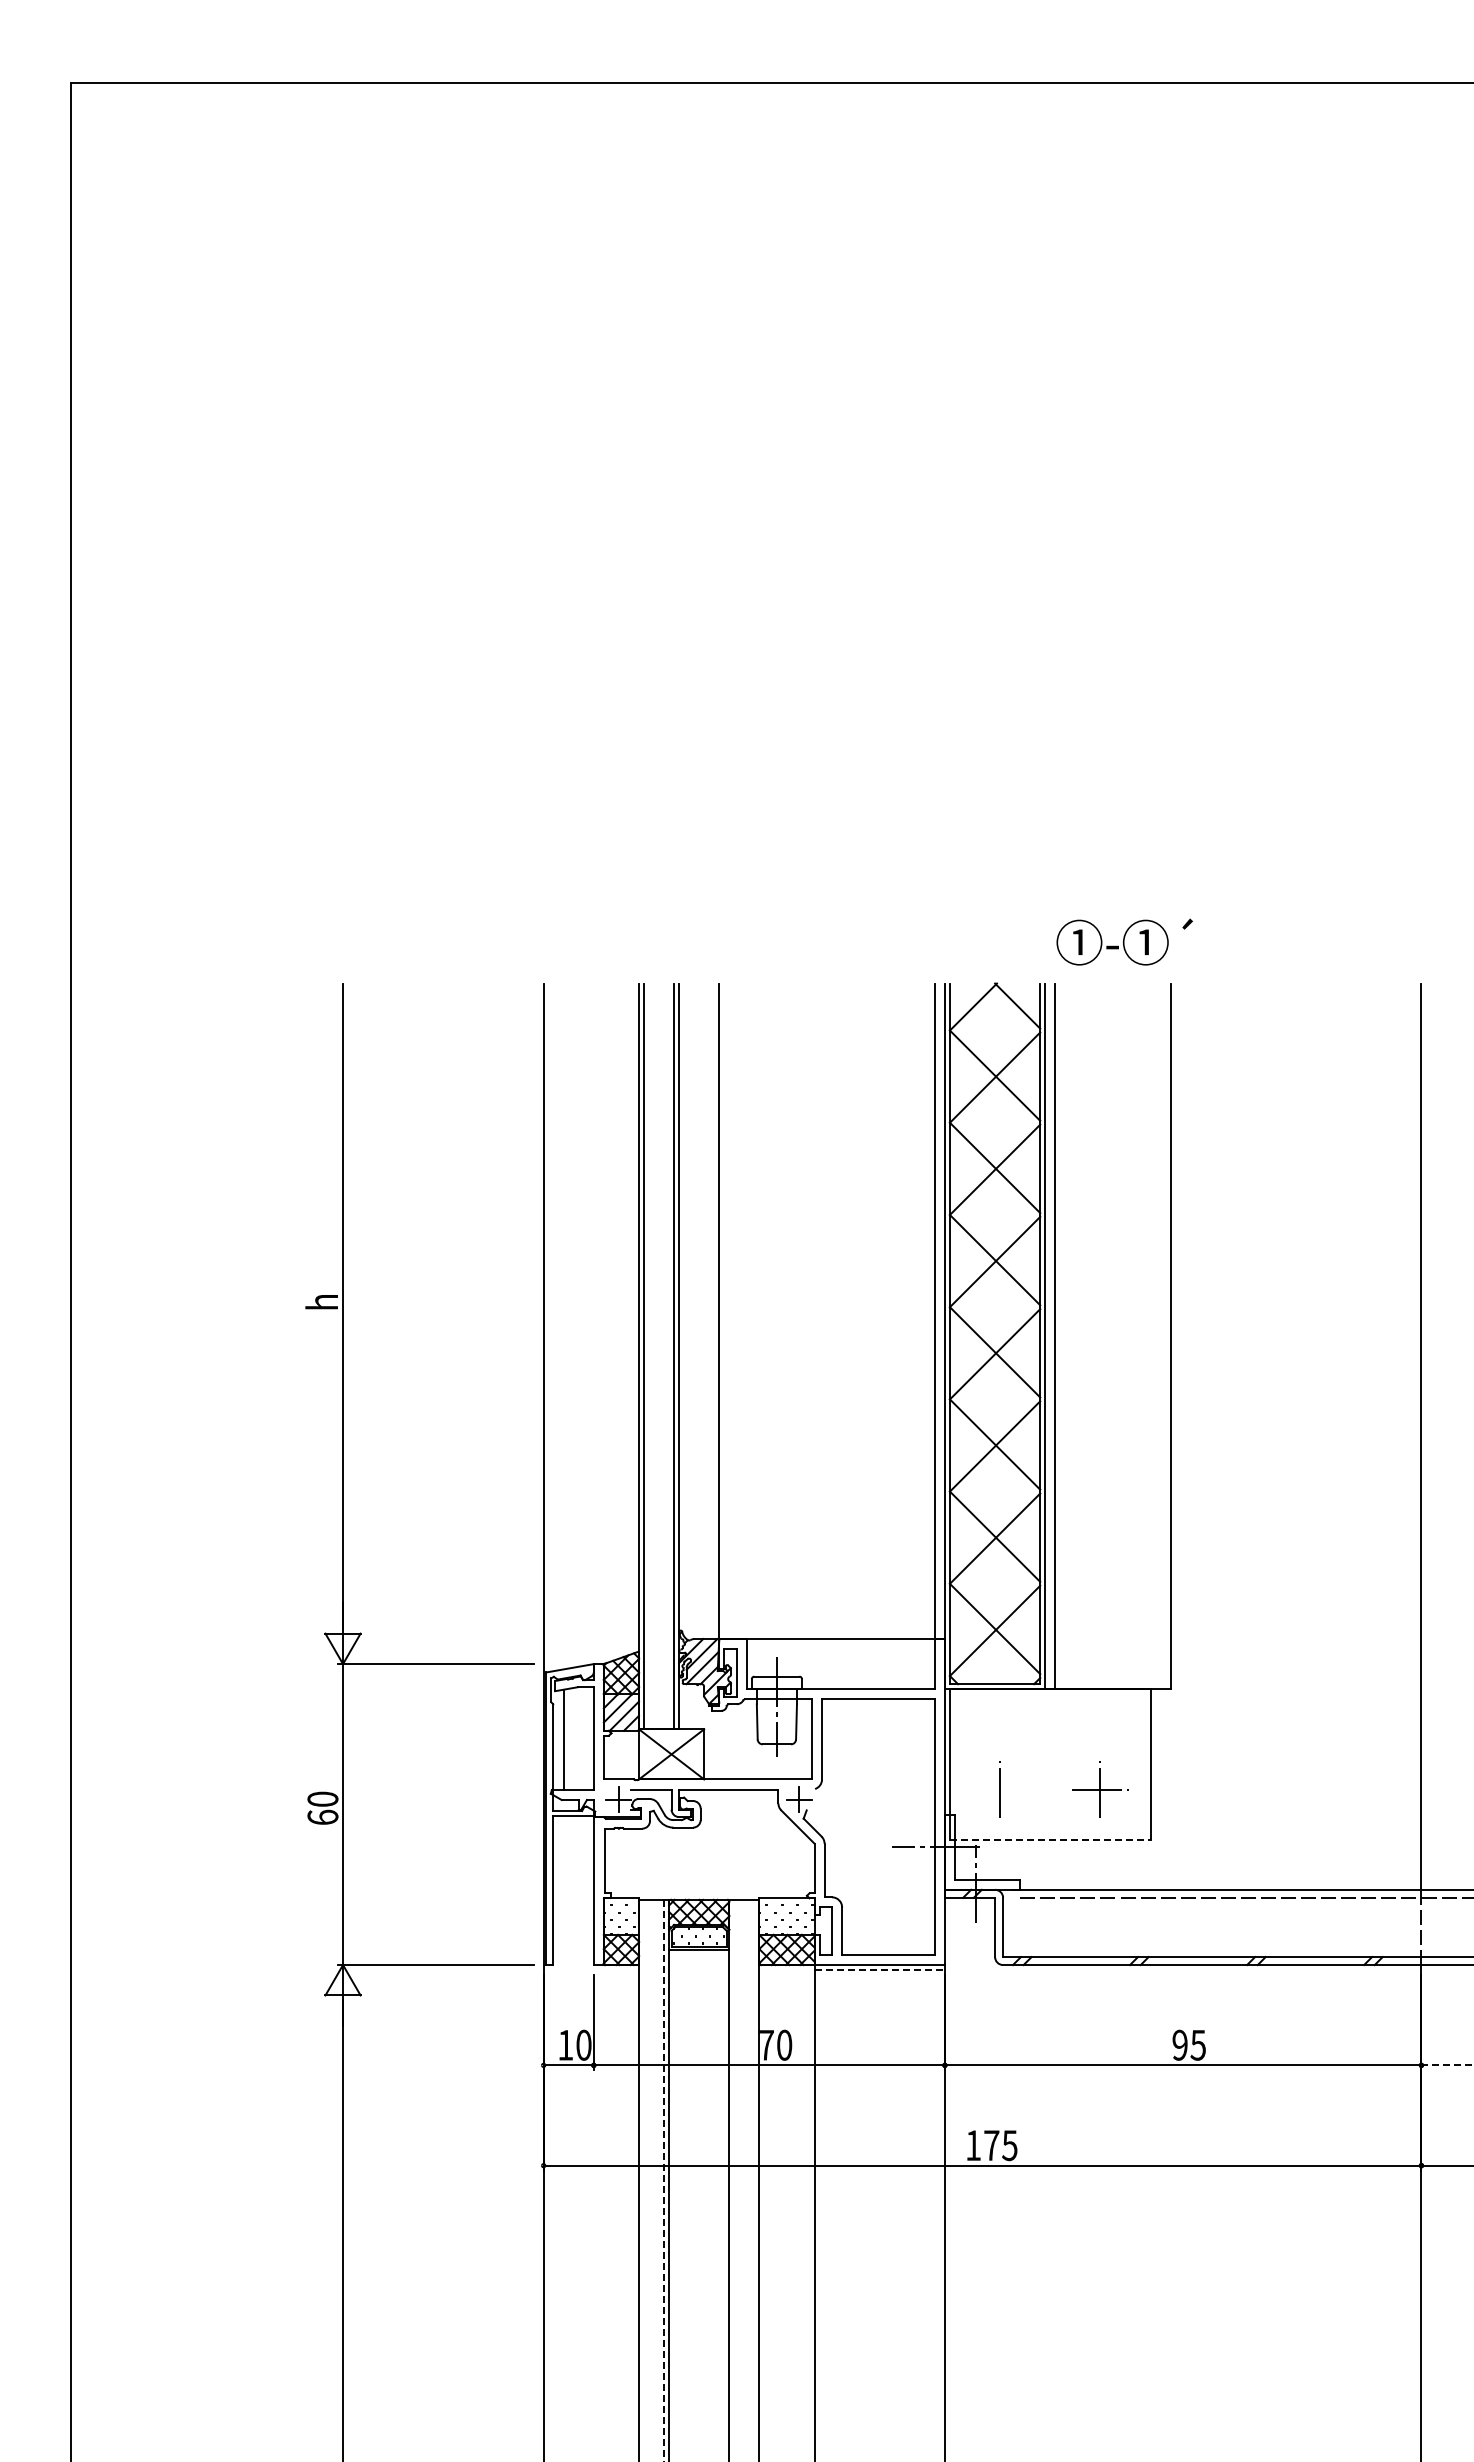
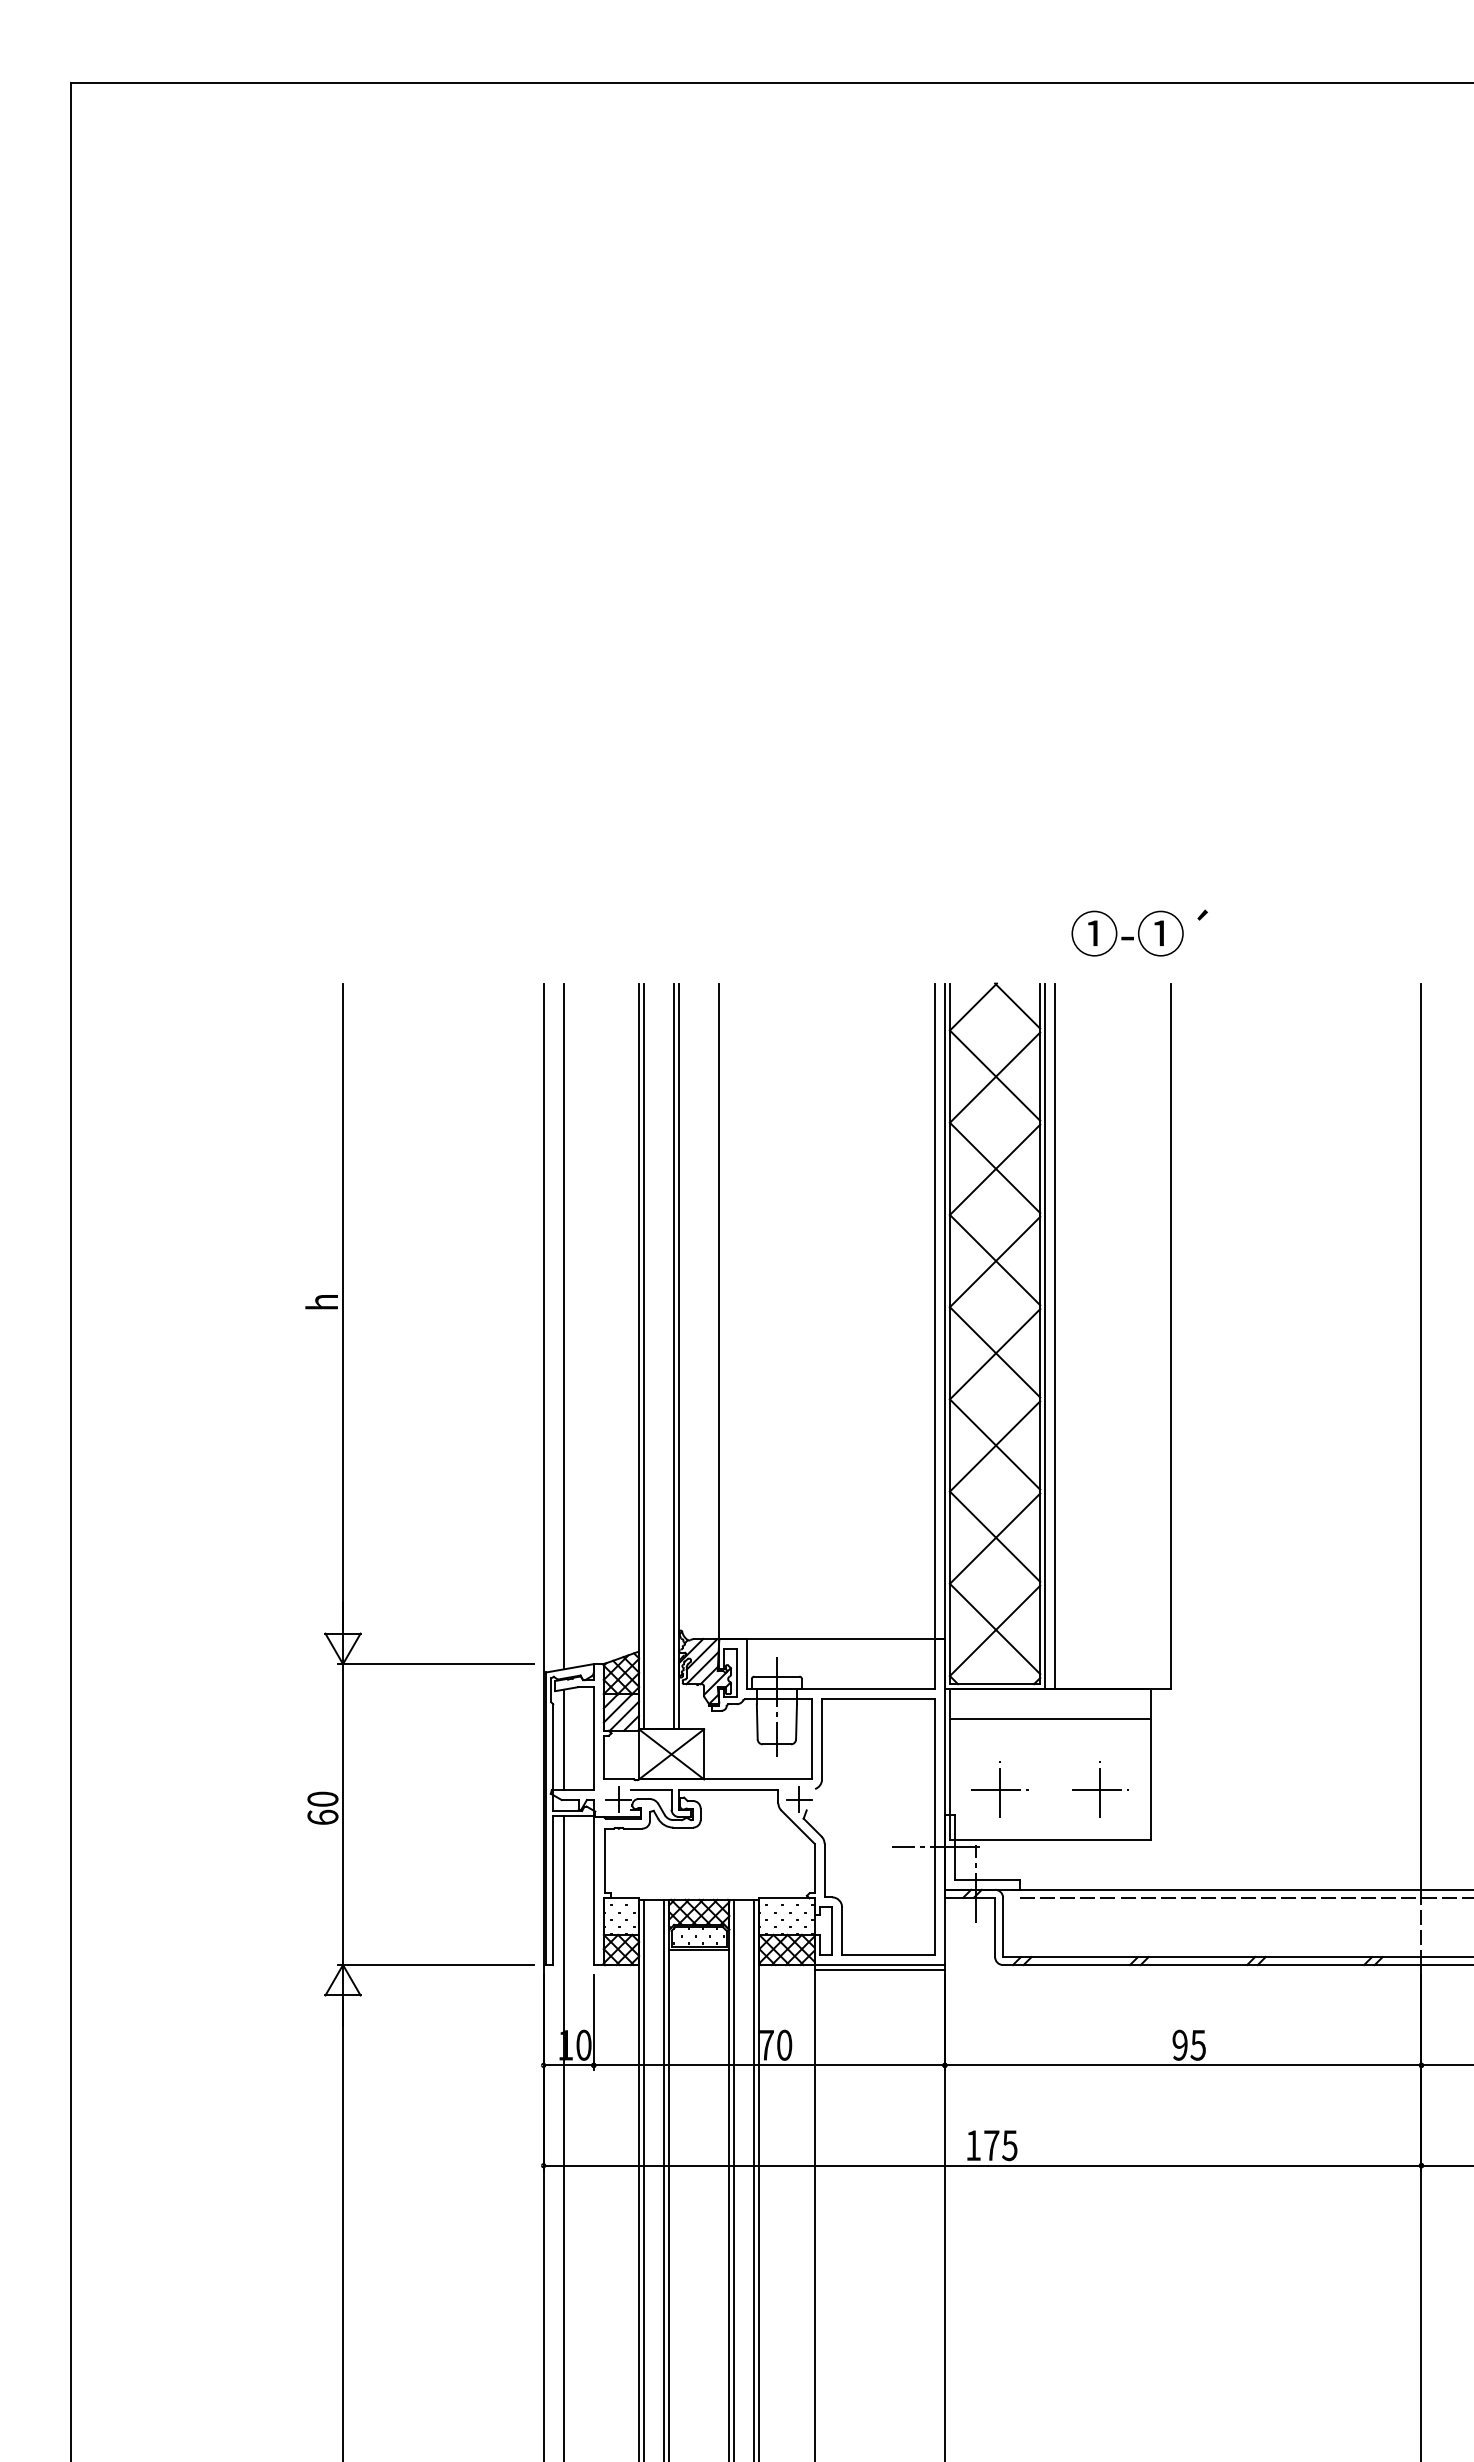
text at (1124, 941) position: (1124, 941) -> (1139, 932)
line at (563, 1326): none -> present
line at (1049, 1719): none -> present
line at (999, 1789): none -> present
line at (1050, 1839): dashed -> solid
line at (880, 1970): dashed -> solid
line at (1447, 2065): dashed -> solid
line at (563, 2136): none -> present
line at (643, 2178): none -> present
line at (734, 2178): none -> present
line at (754, 2178): none -> present
line at (664, 2180): dashed -> solid
